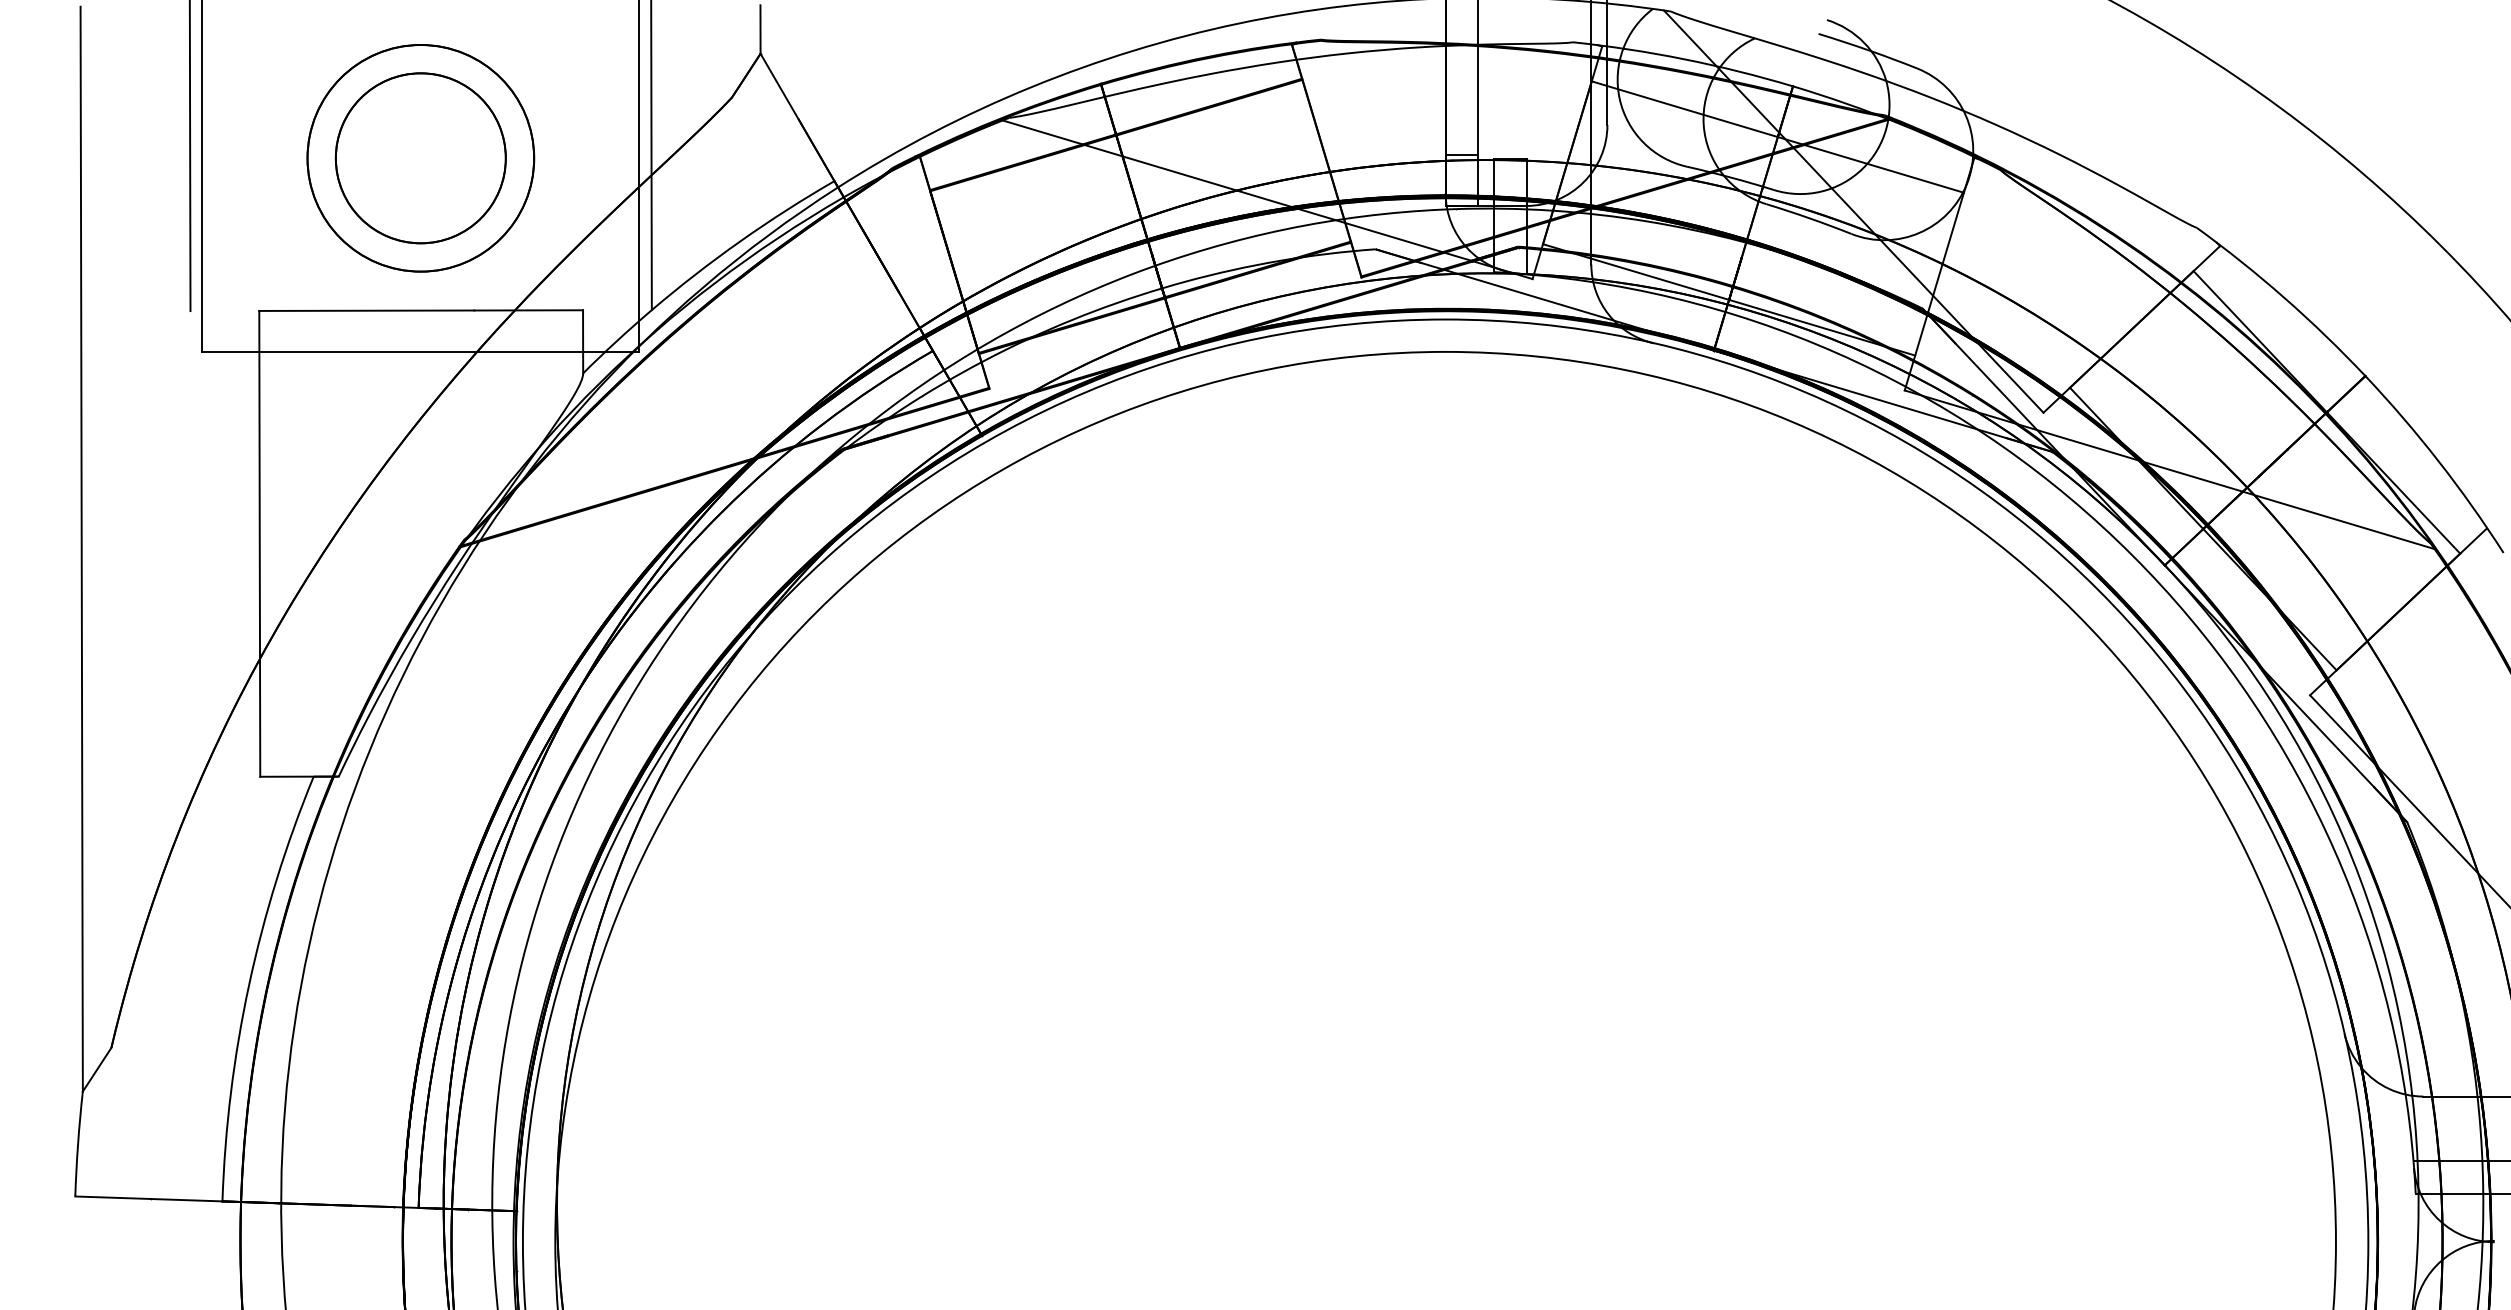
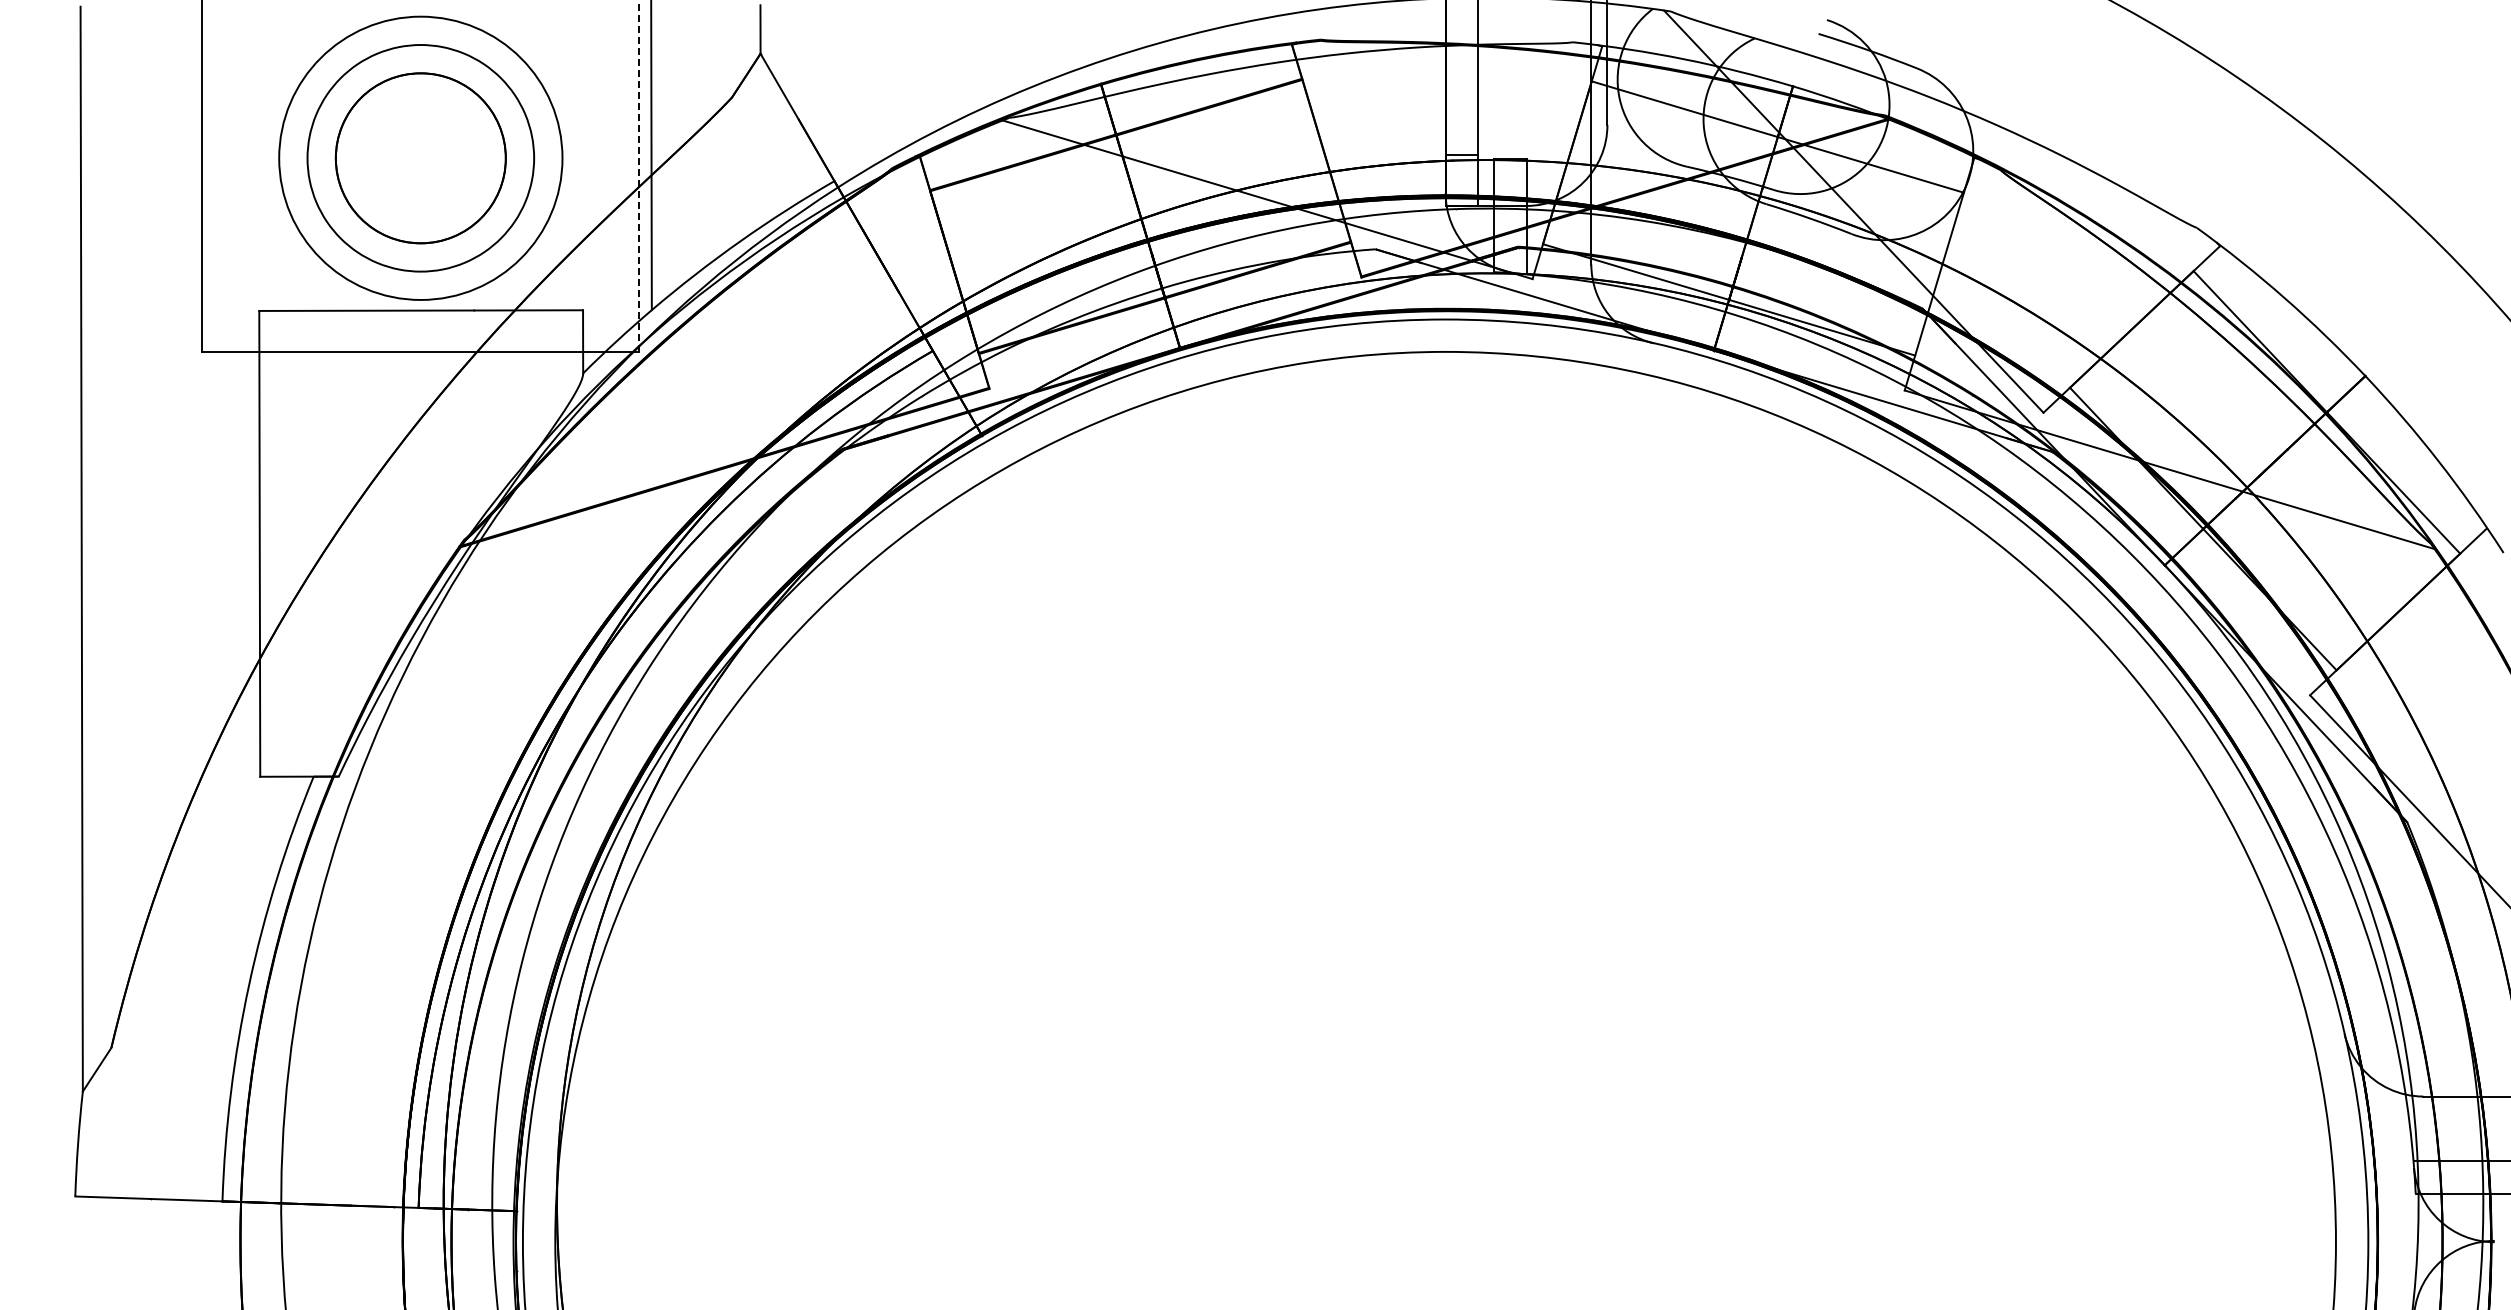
line at (189, 156): present -> none
circle at (420, 158) diameter: 227 px -> 283 px
line at (639, 176): solid -> dashed
